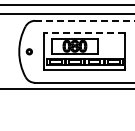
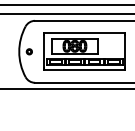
line at (84, 20): dashed -> solid
line at (84, 32): dashed -> solid
